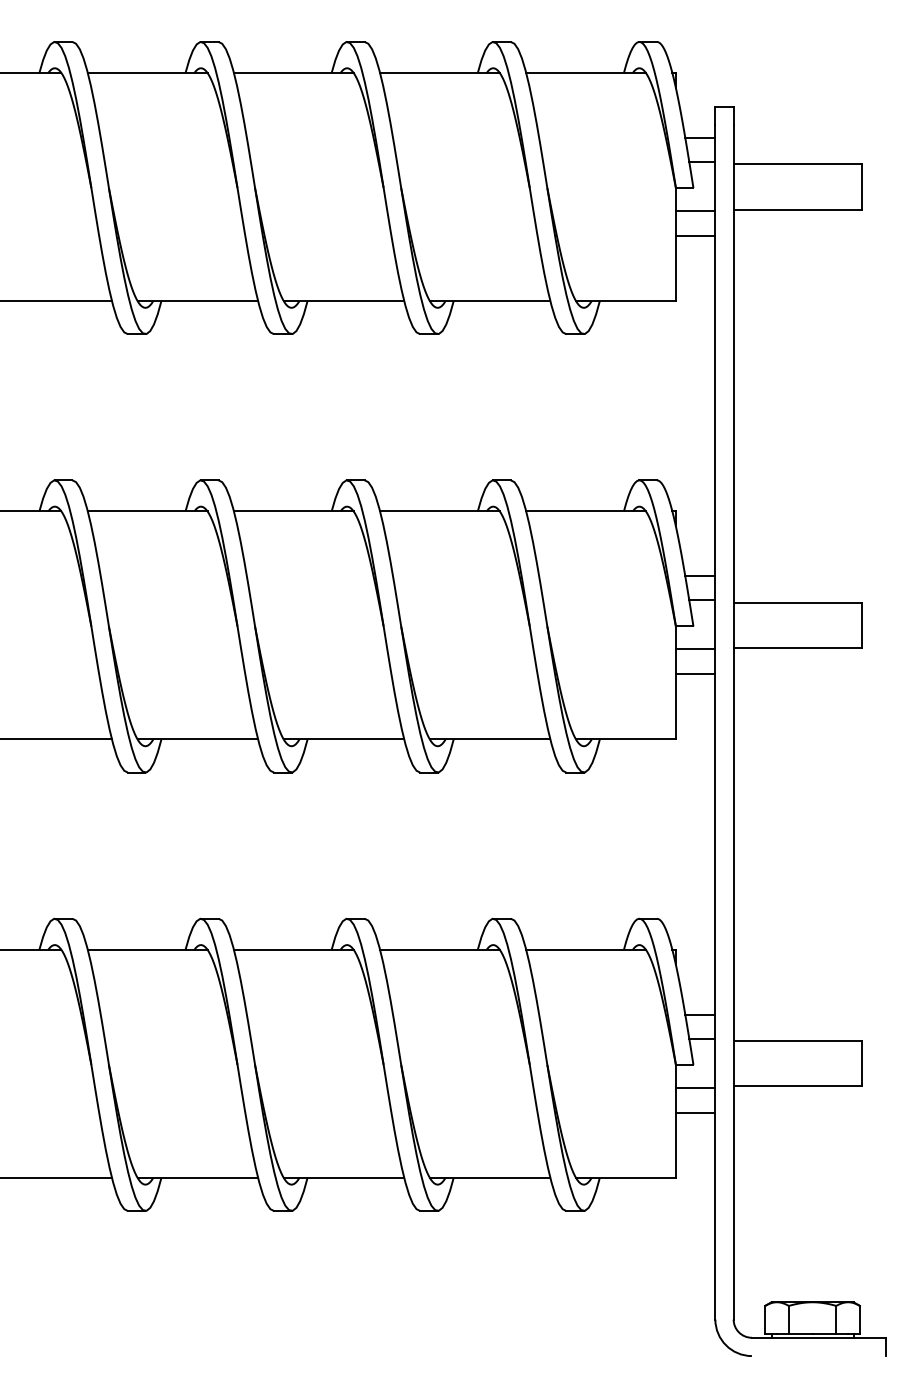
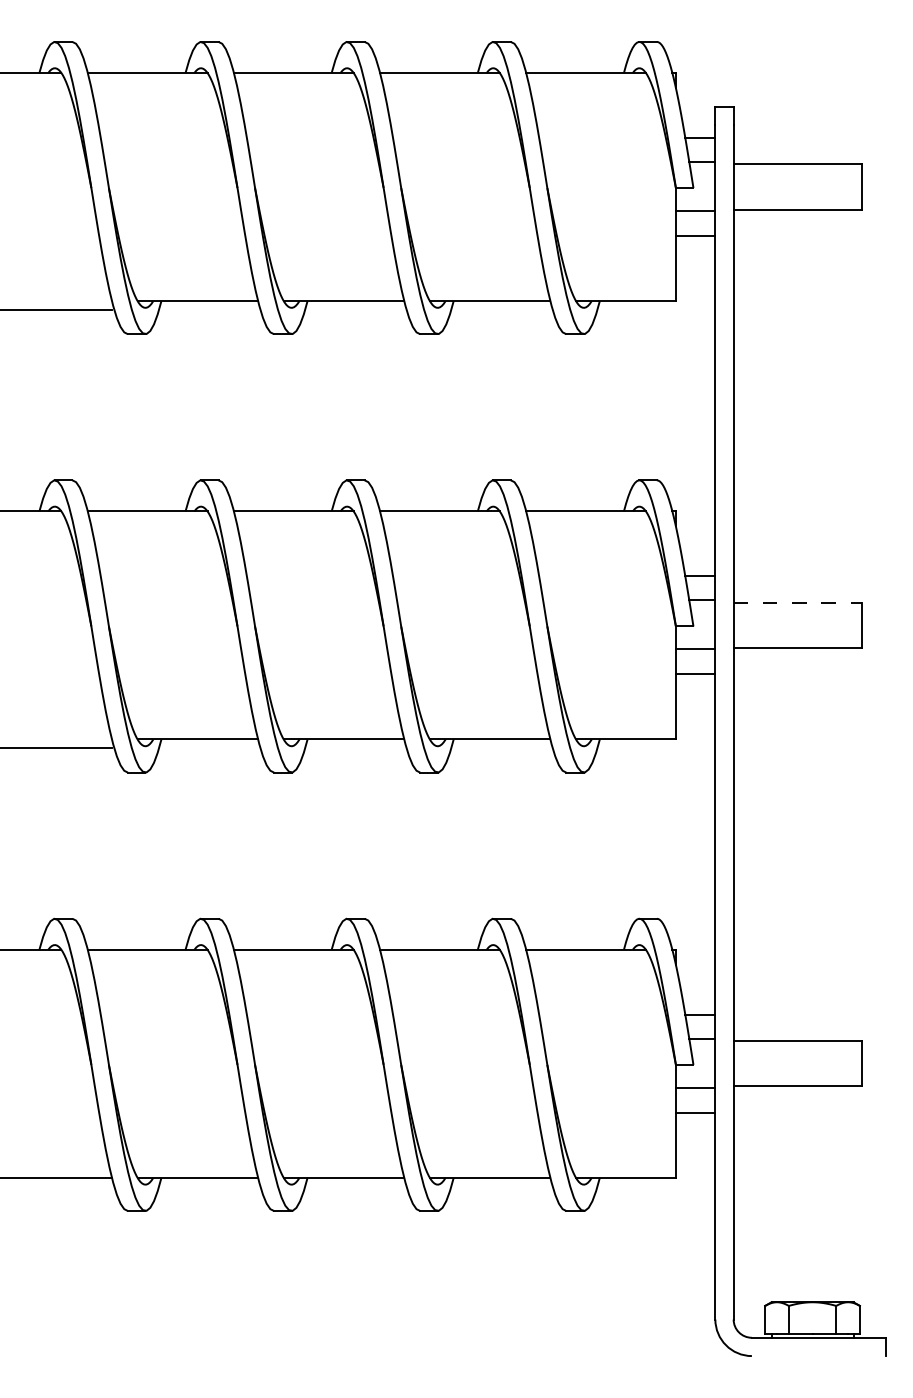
line at (56, 301) position: (56, 301) -> (56, 310)
line at (797, 602): solid -> dashed
line at (56, 739) position: (56, 739) -> (56, 748)
